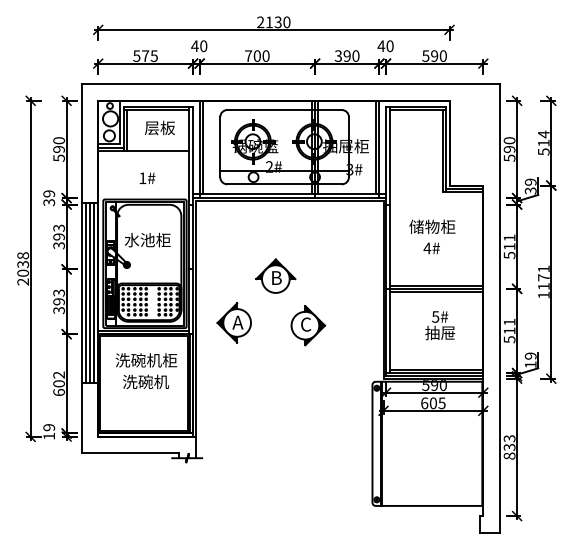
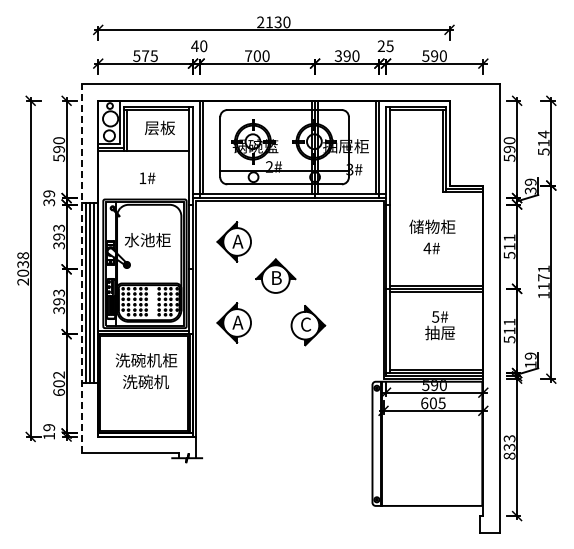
text at (385, 45): 40 -> 25
part at (233, 241): none -> present
line at (81, 268): solid -> dashed
